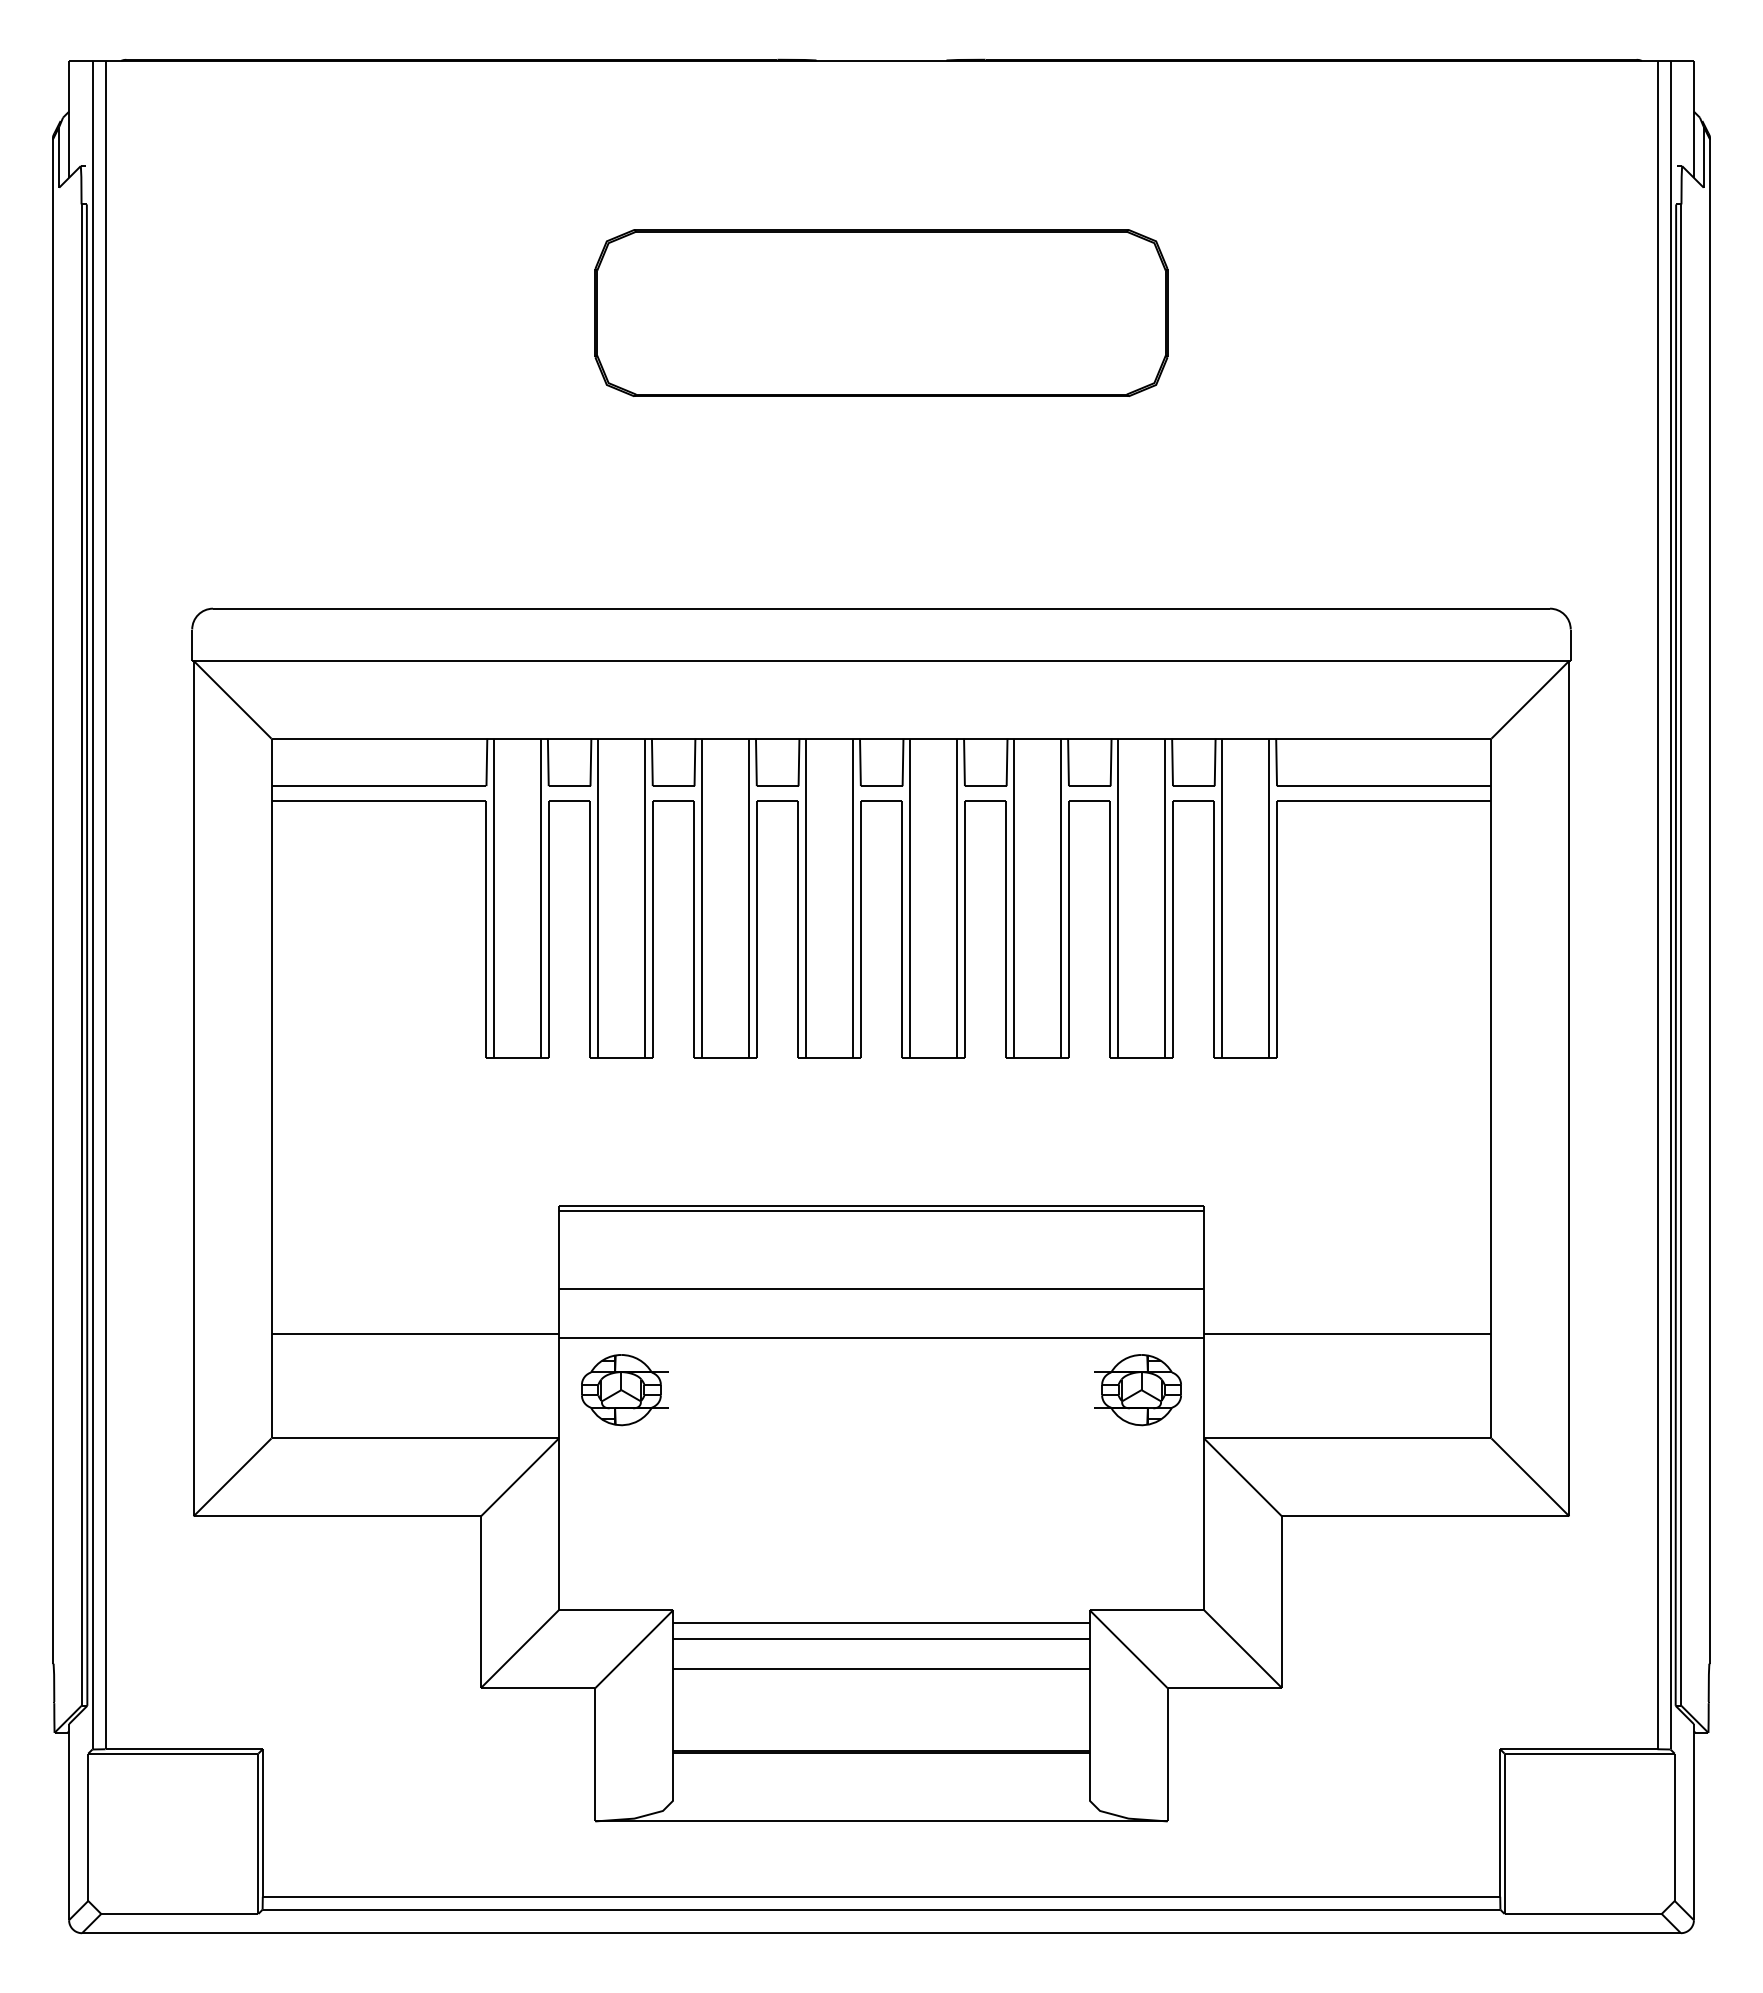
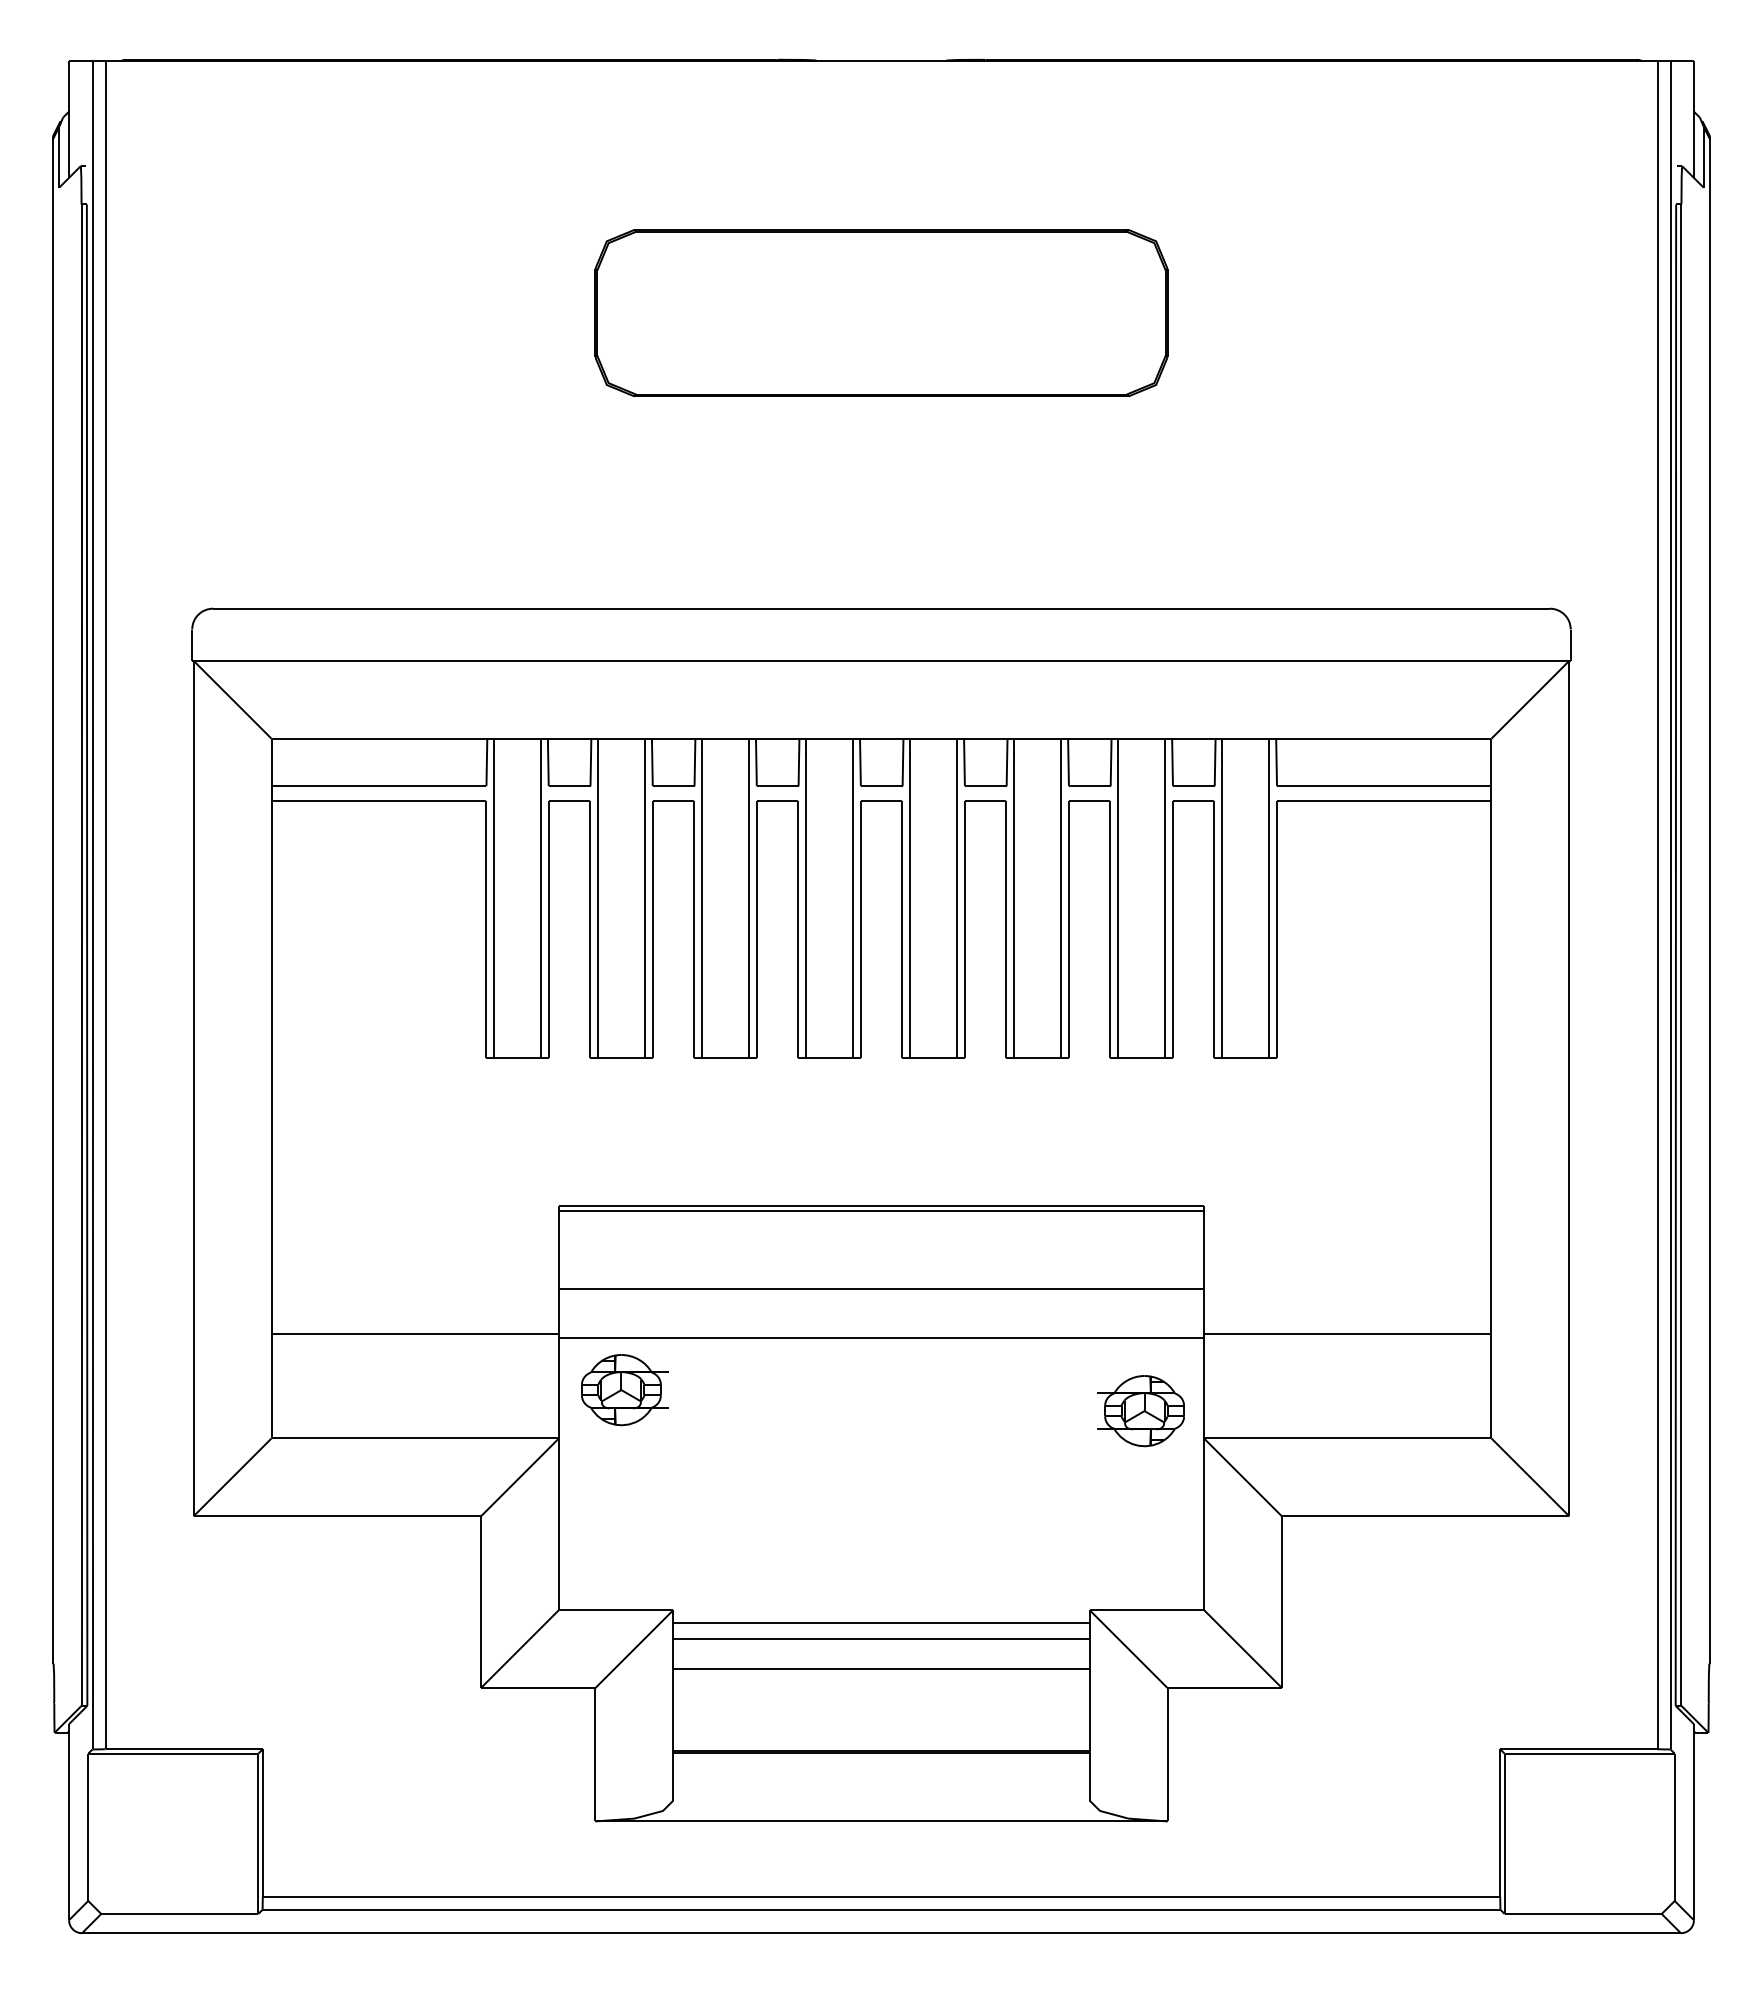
part at (1137, 1390) position: (1137, 1390) -> (1140, 1411)
